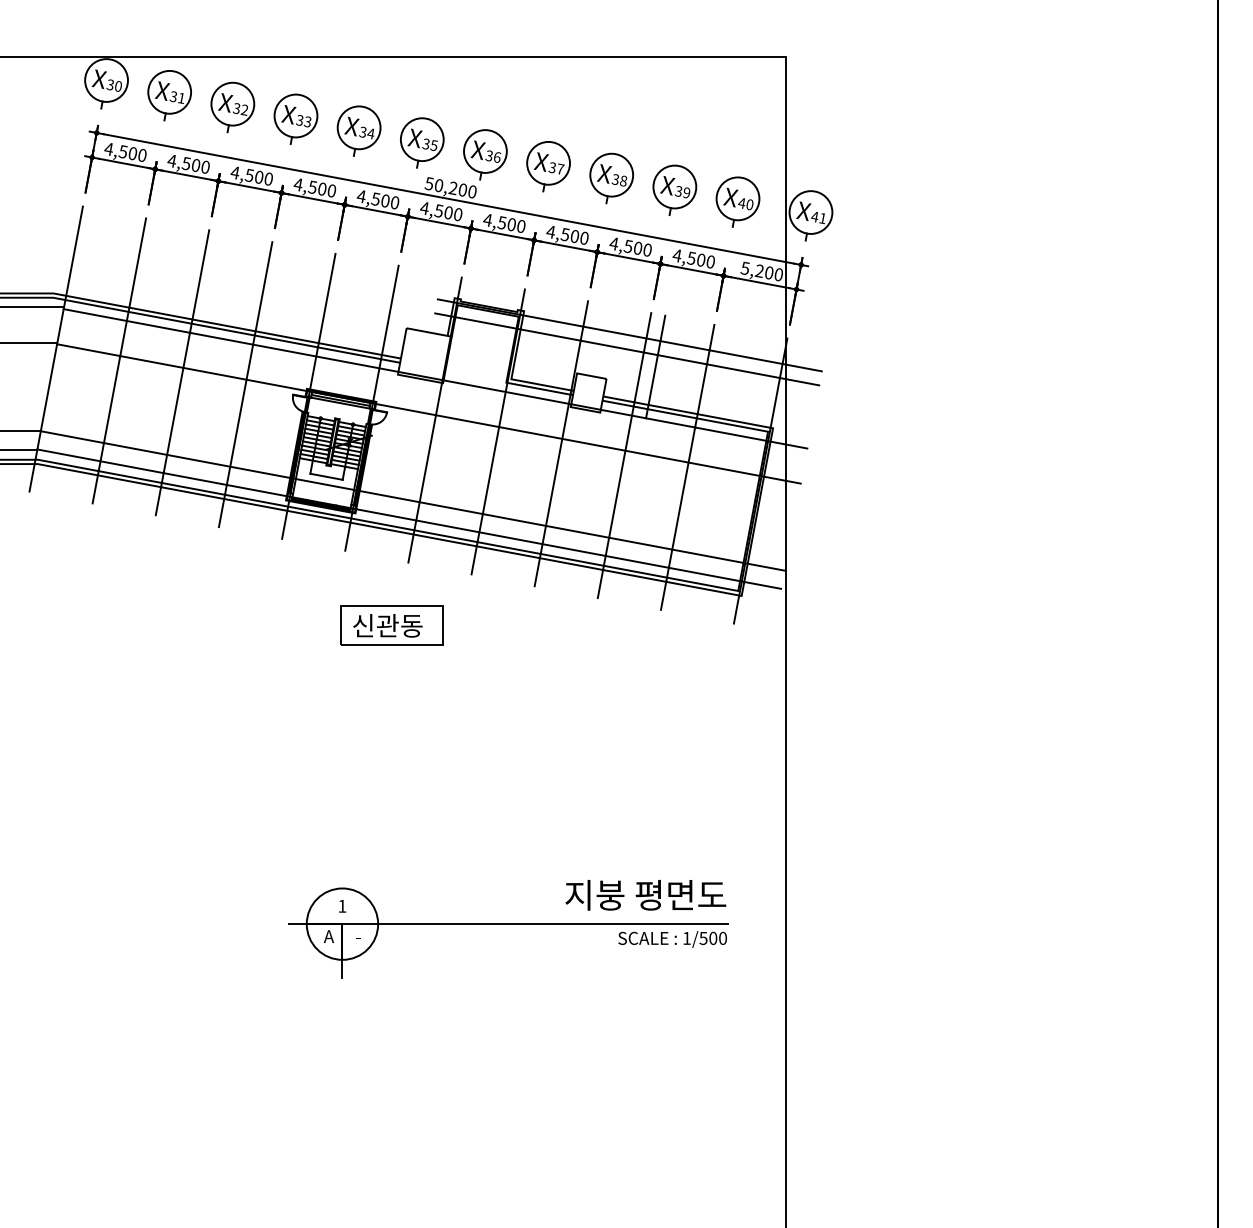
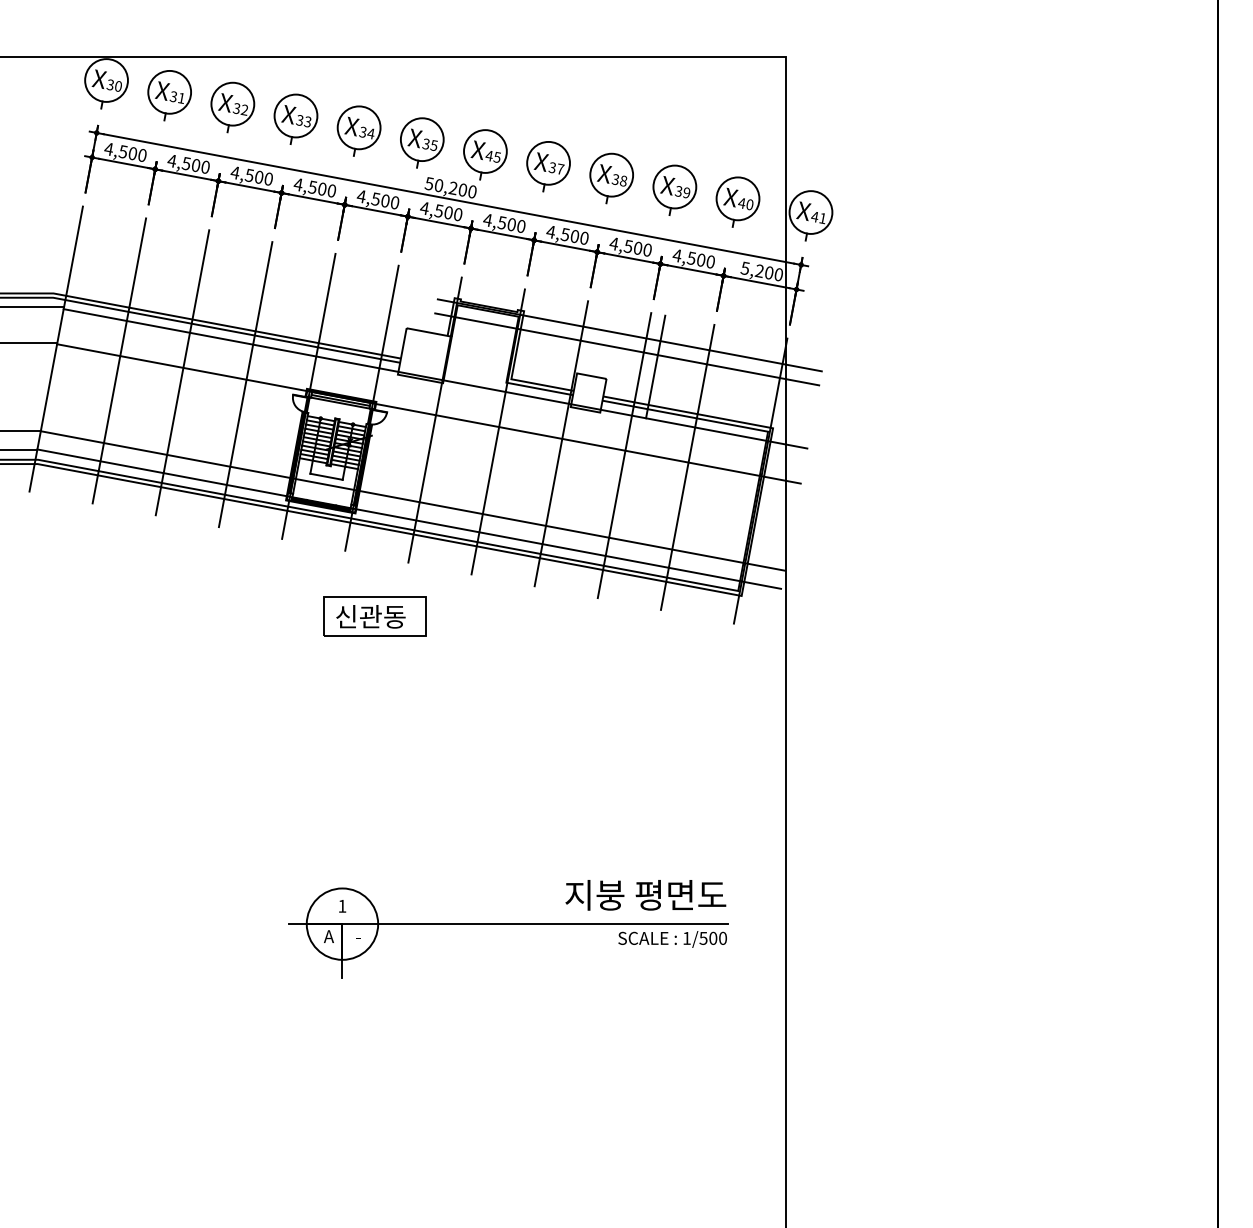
text at (493, 156): 36 -> 45
part at (391, 625) position: (391, 625) -> (374, 616)
